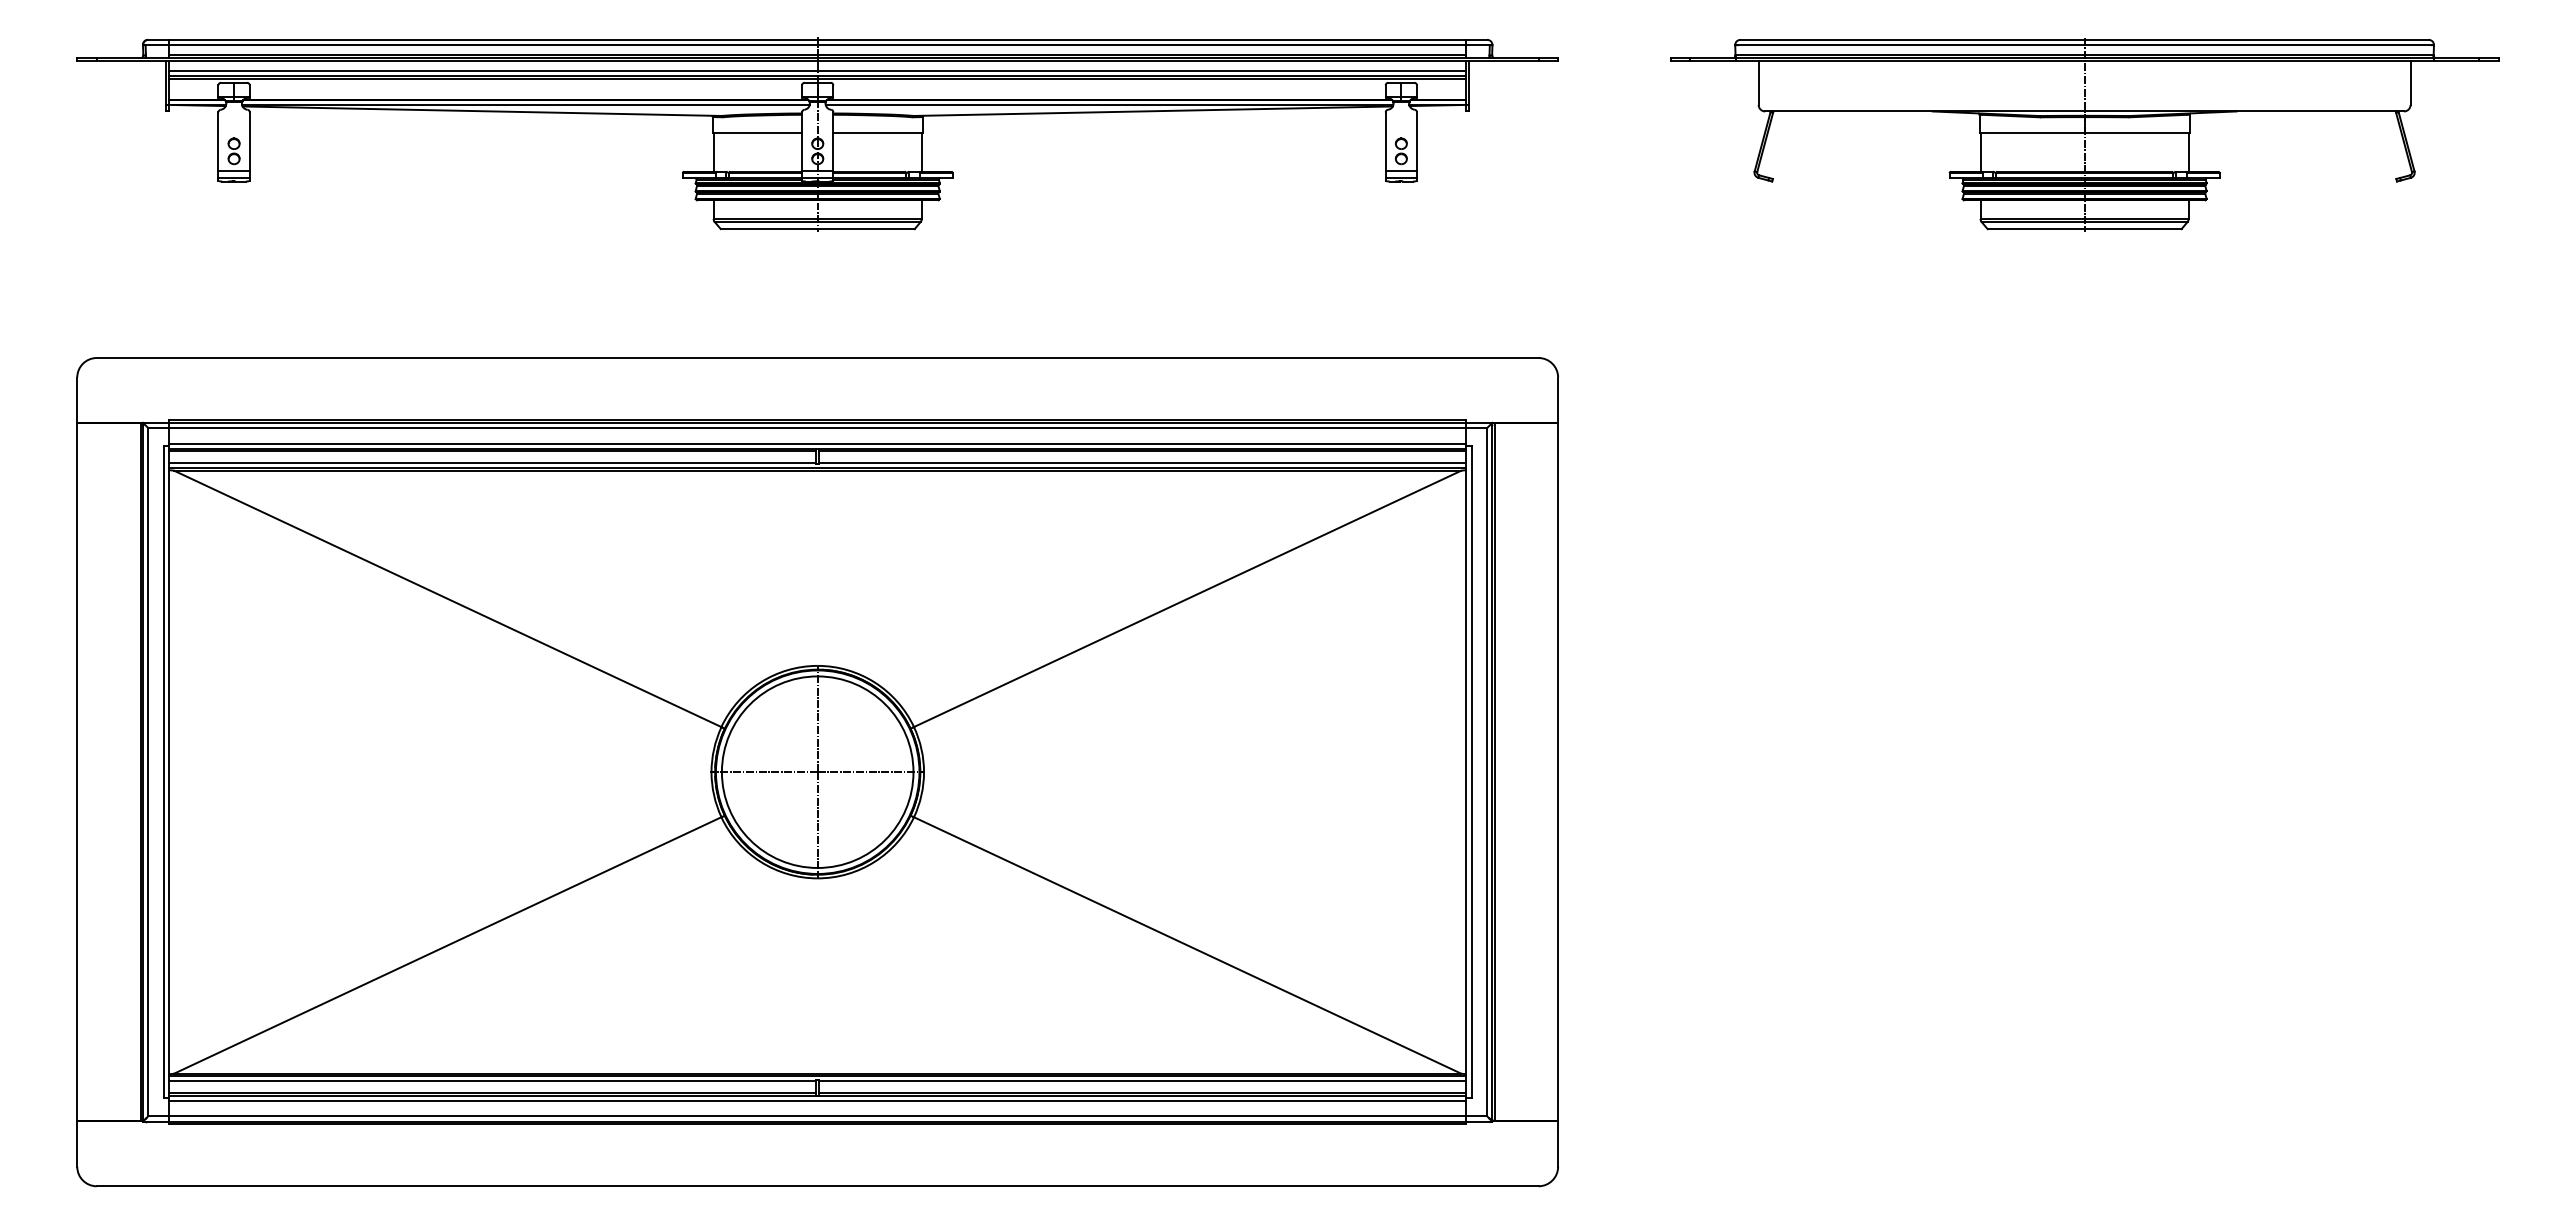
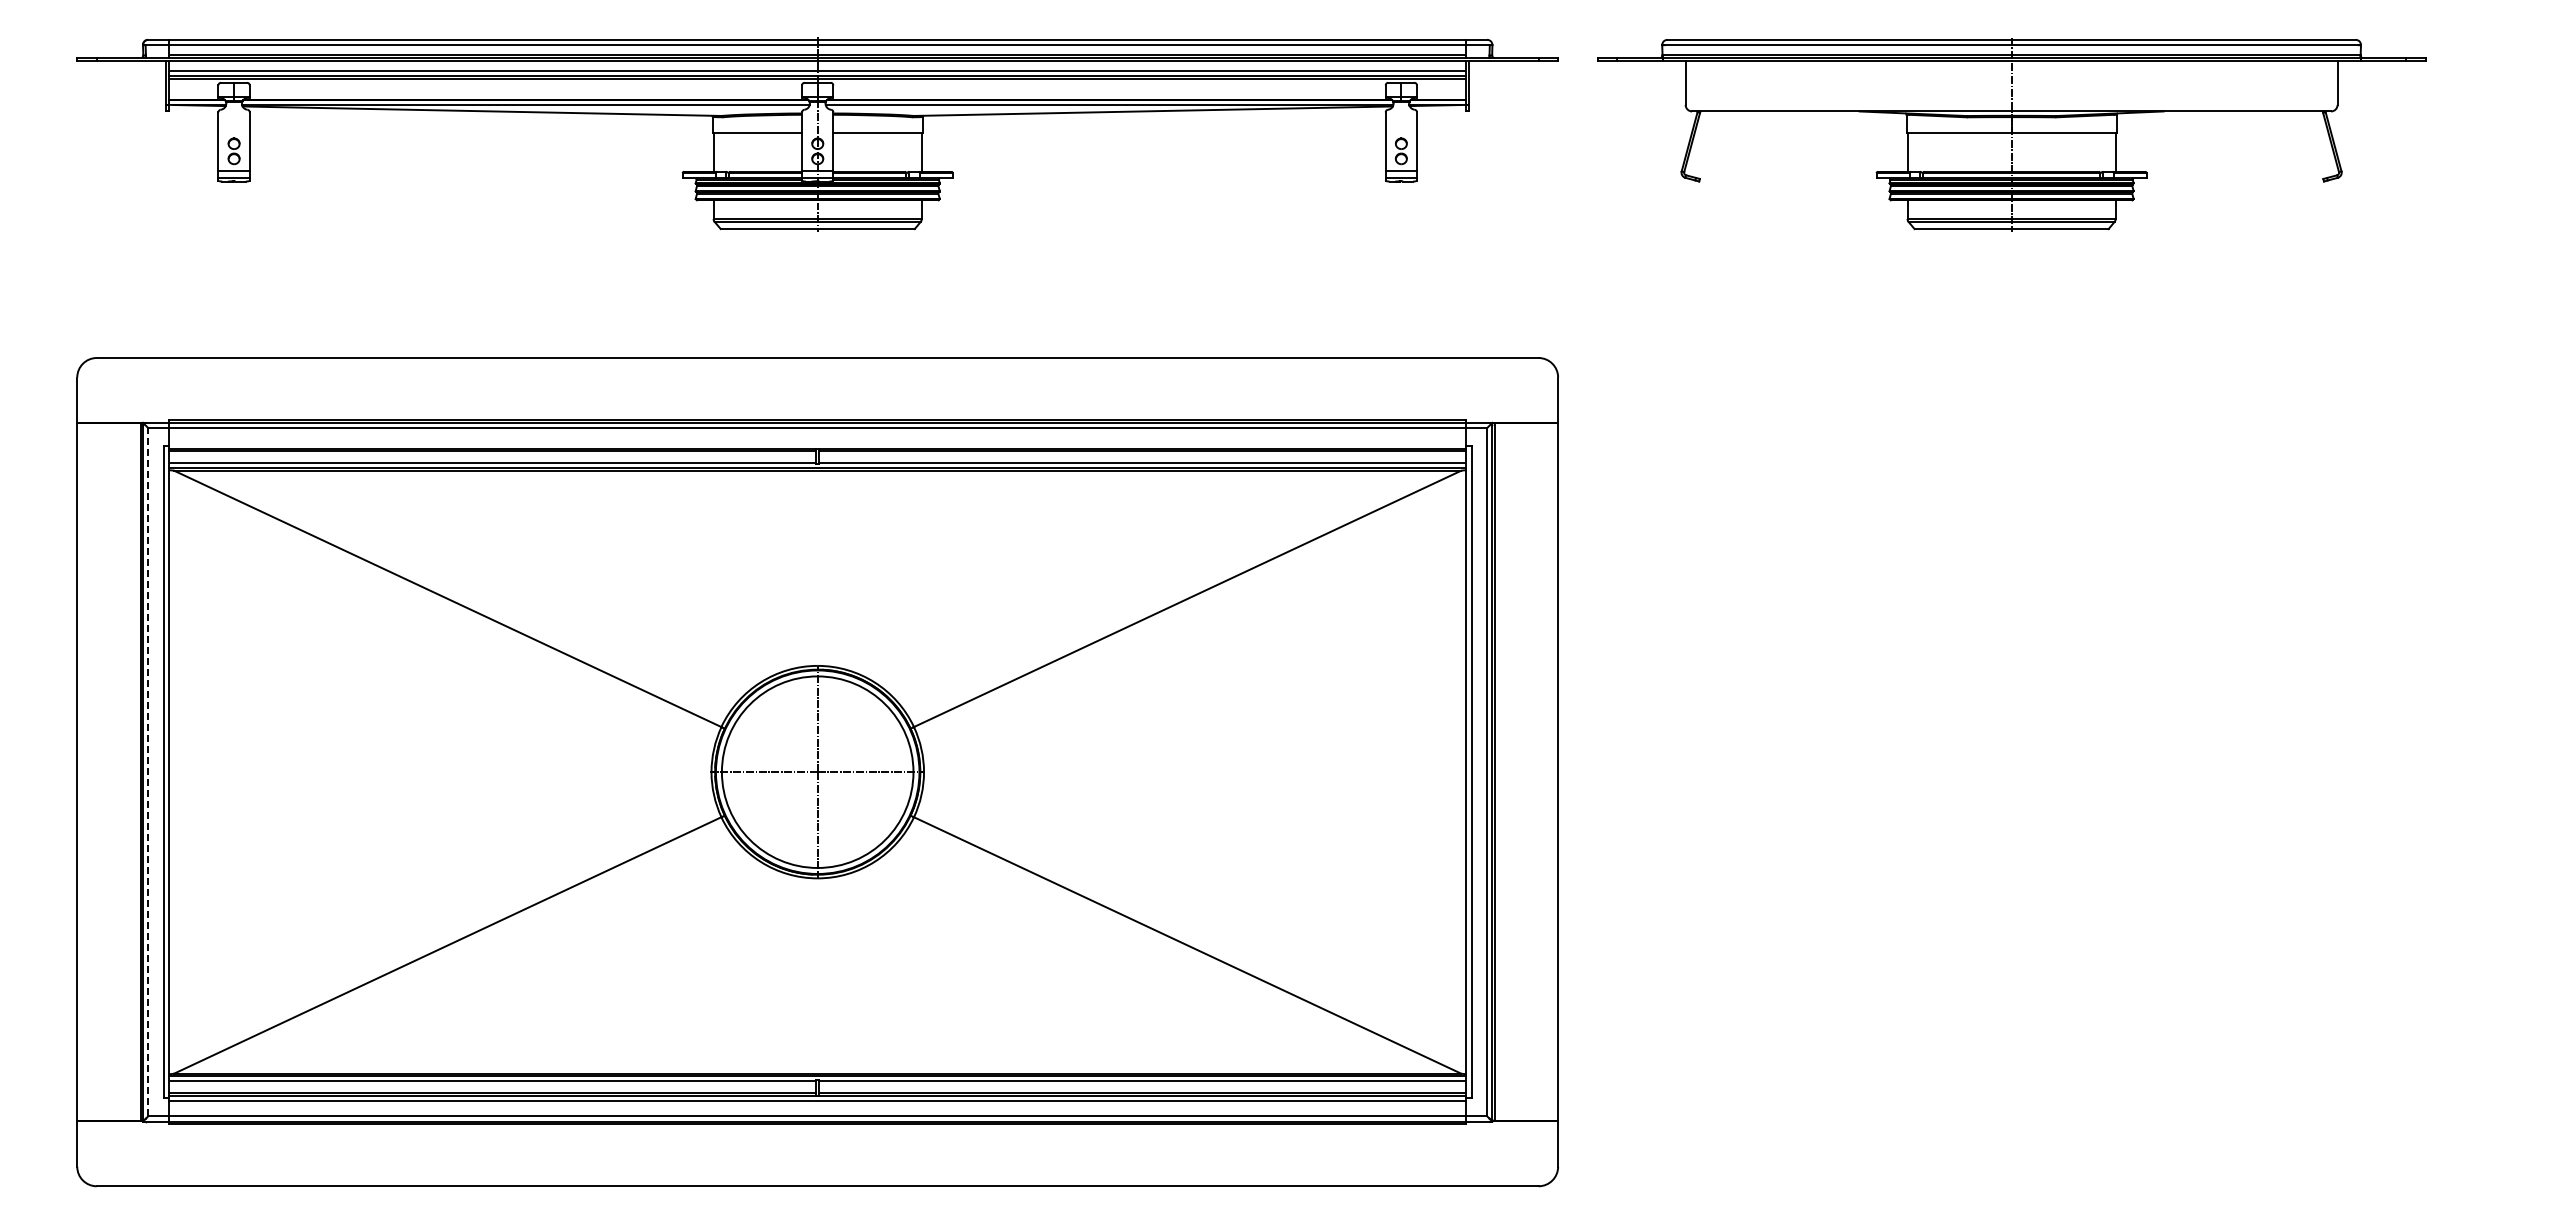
part at (2084, 134) position: (2084, 134) -> (2011, 134)
line at (817, 443): present -> none
line at (148, 771): solid -> dashed
